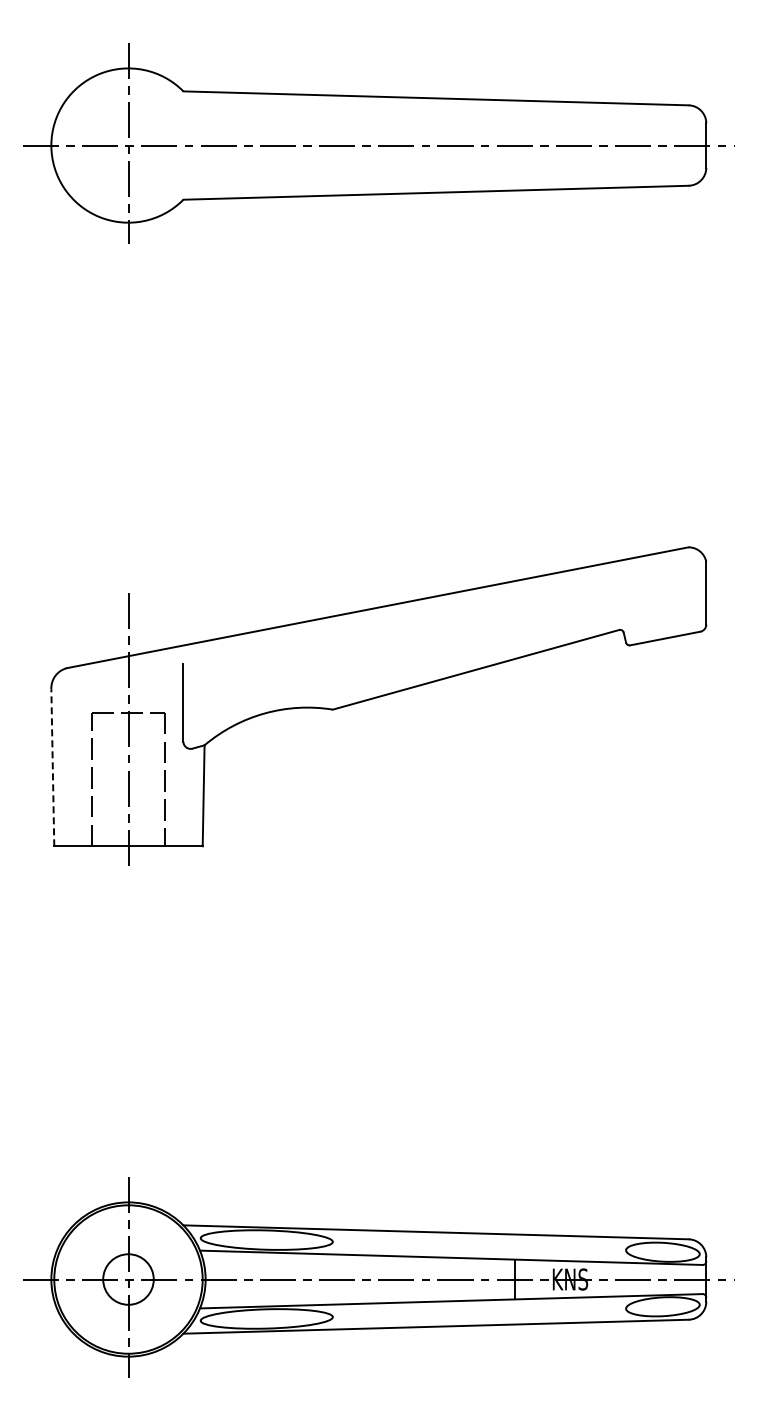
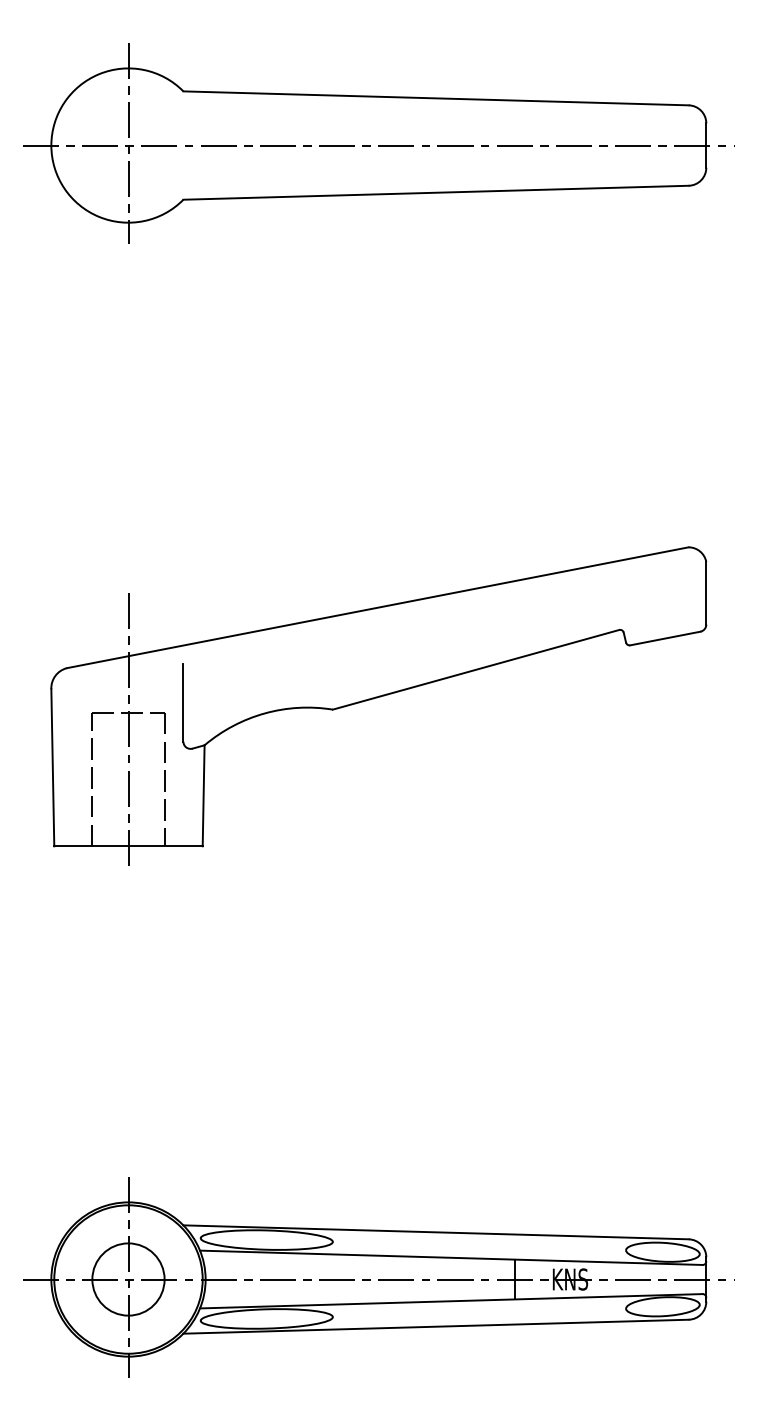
line at (52, 767): dashed -> solid
circle at (128, 1279) diameter: 51 px -> 72 px
